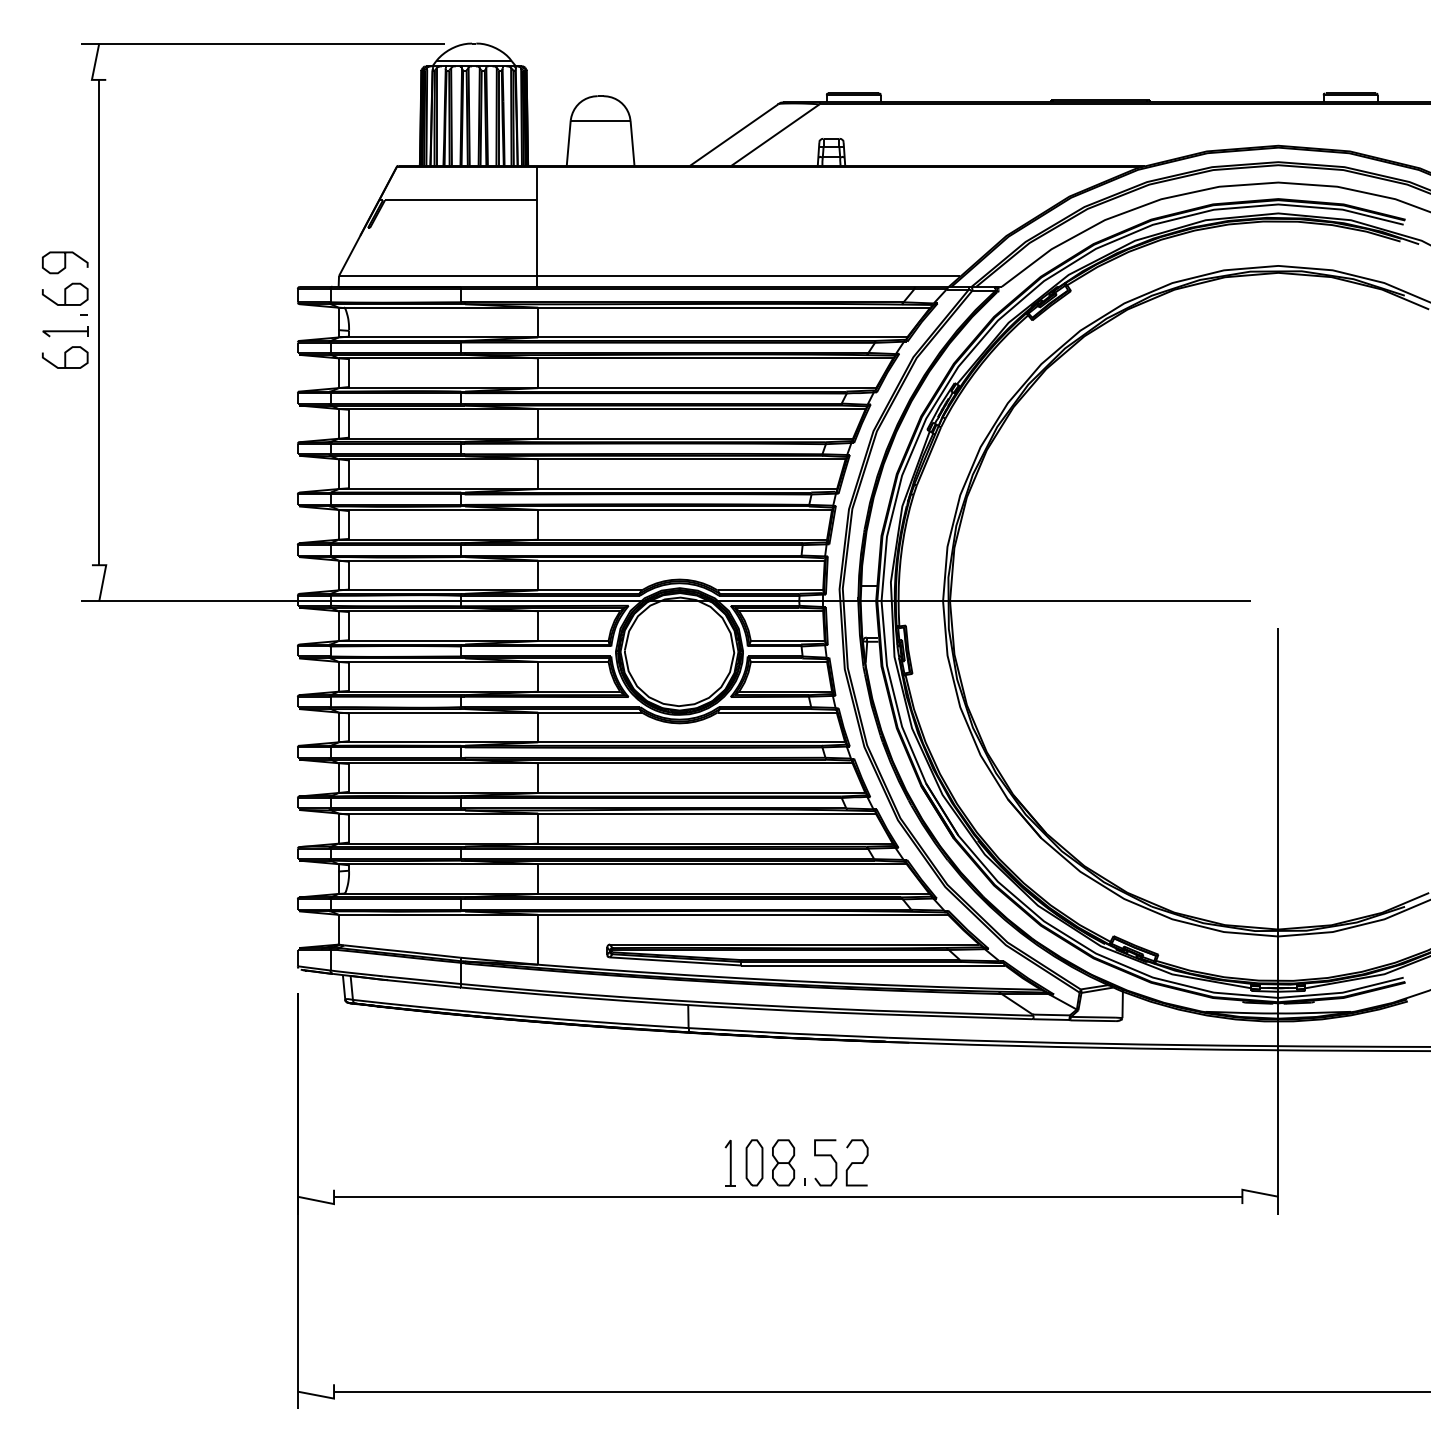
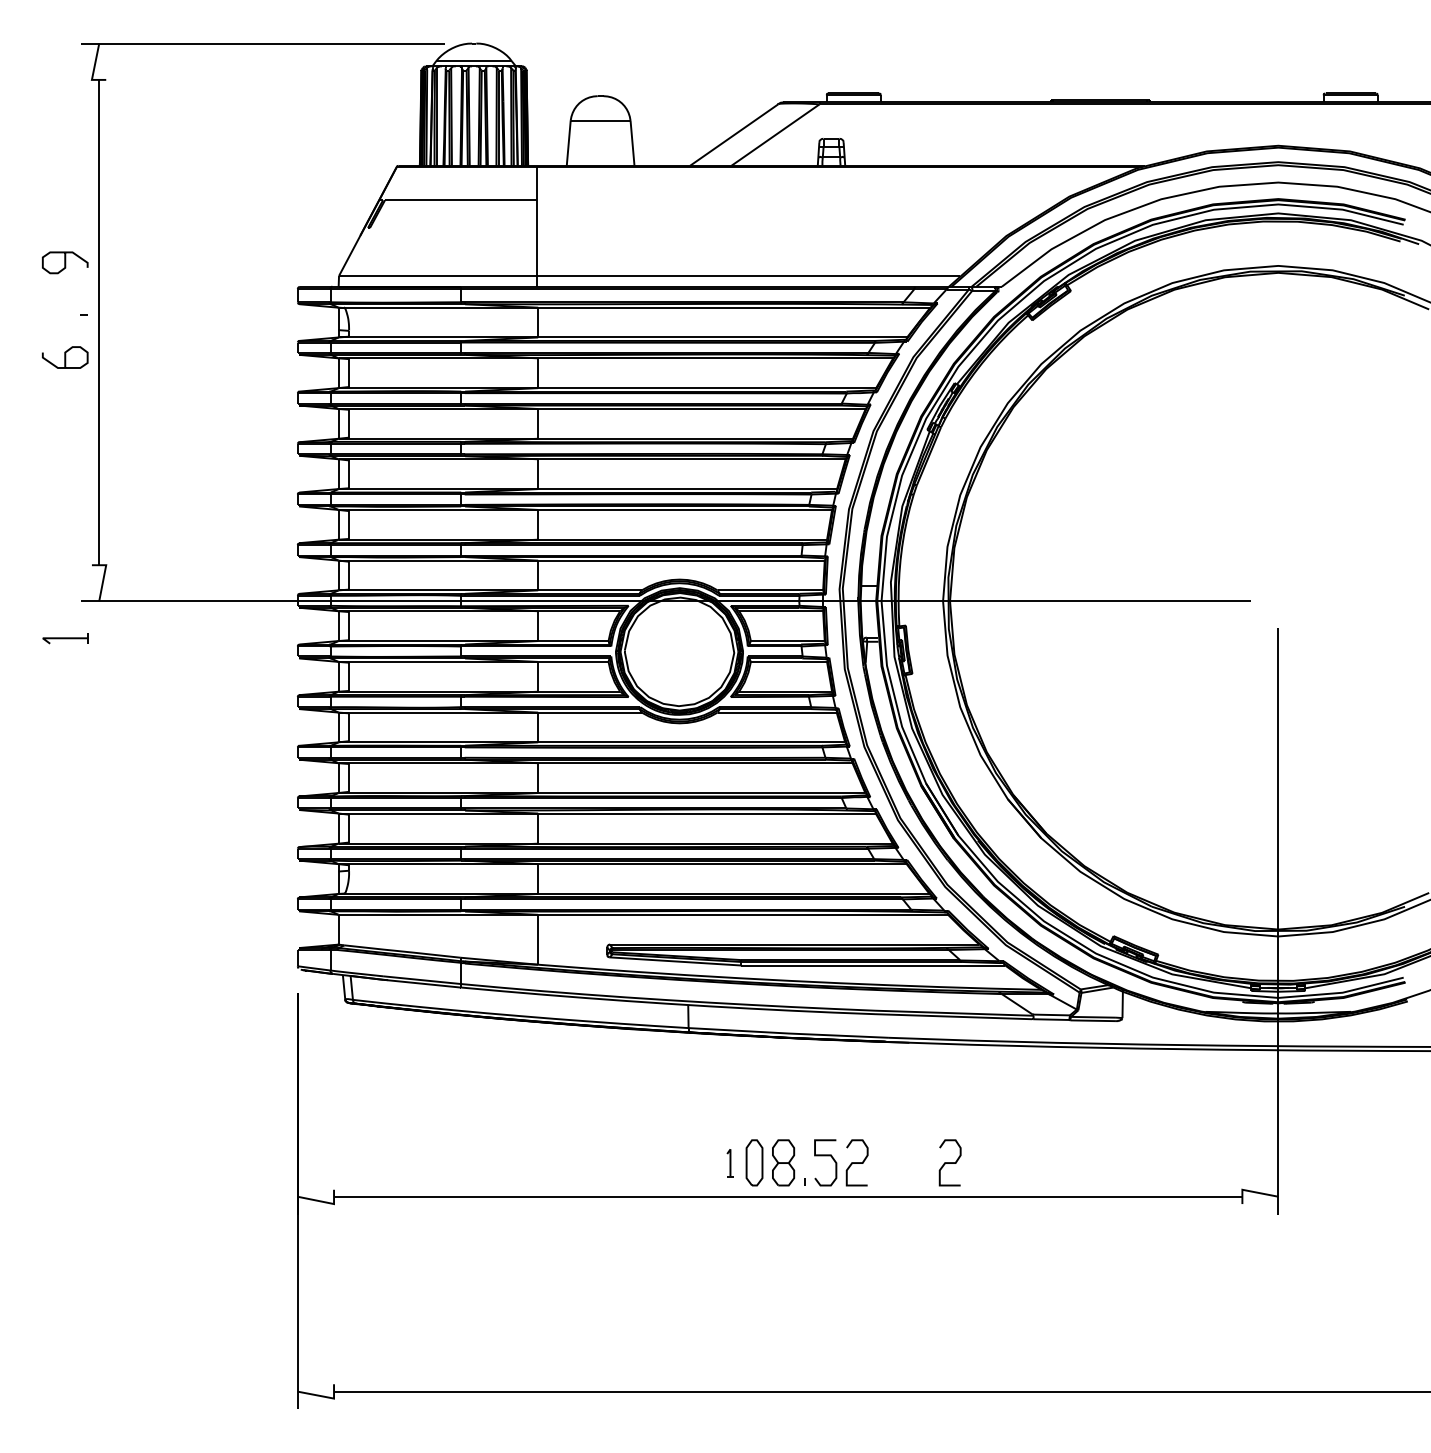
curve at (65, 293): present -> none
part at (65, 331) position: (65, 331) -> (65, 638)
part at (729, 1162) size: 12x48 px -> 8x29 px
curve at (949, 1162): none -> present
